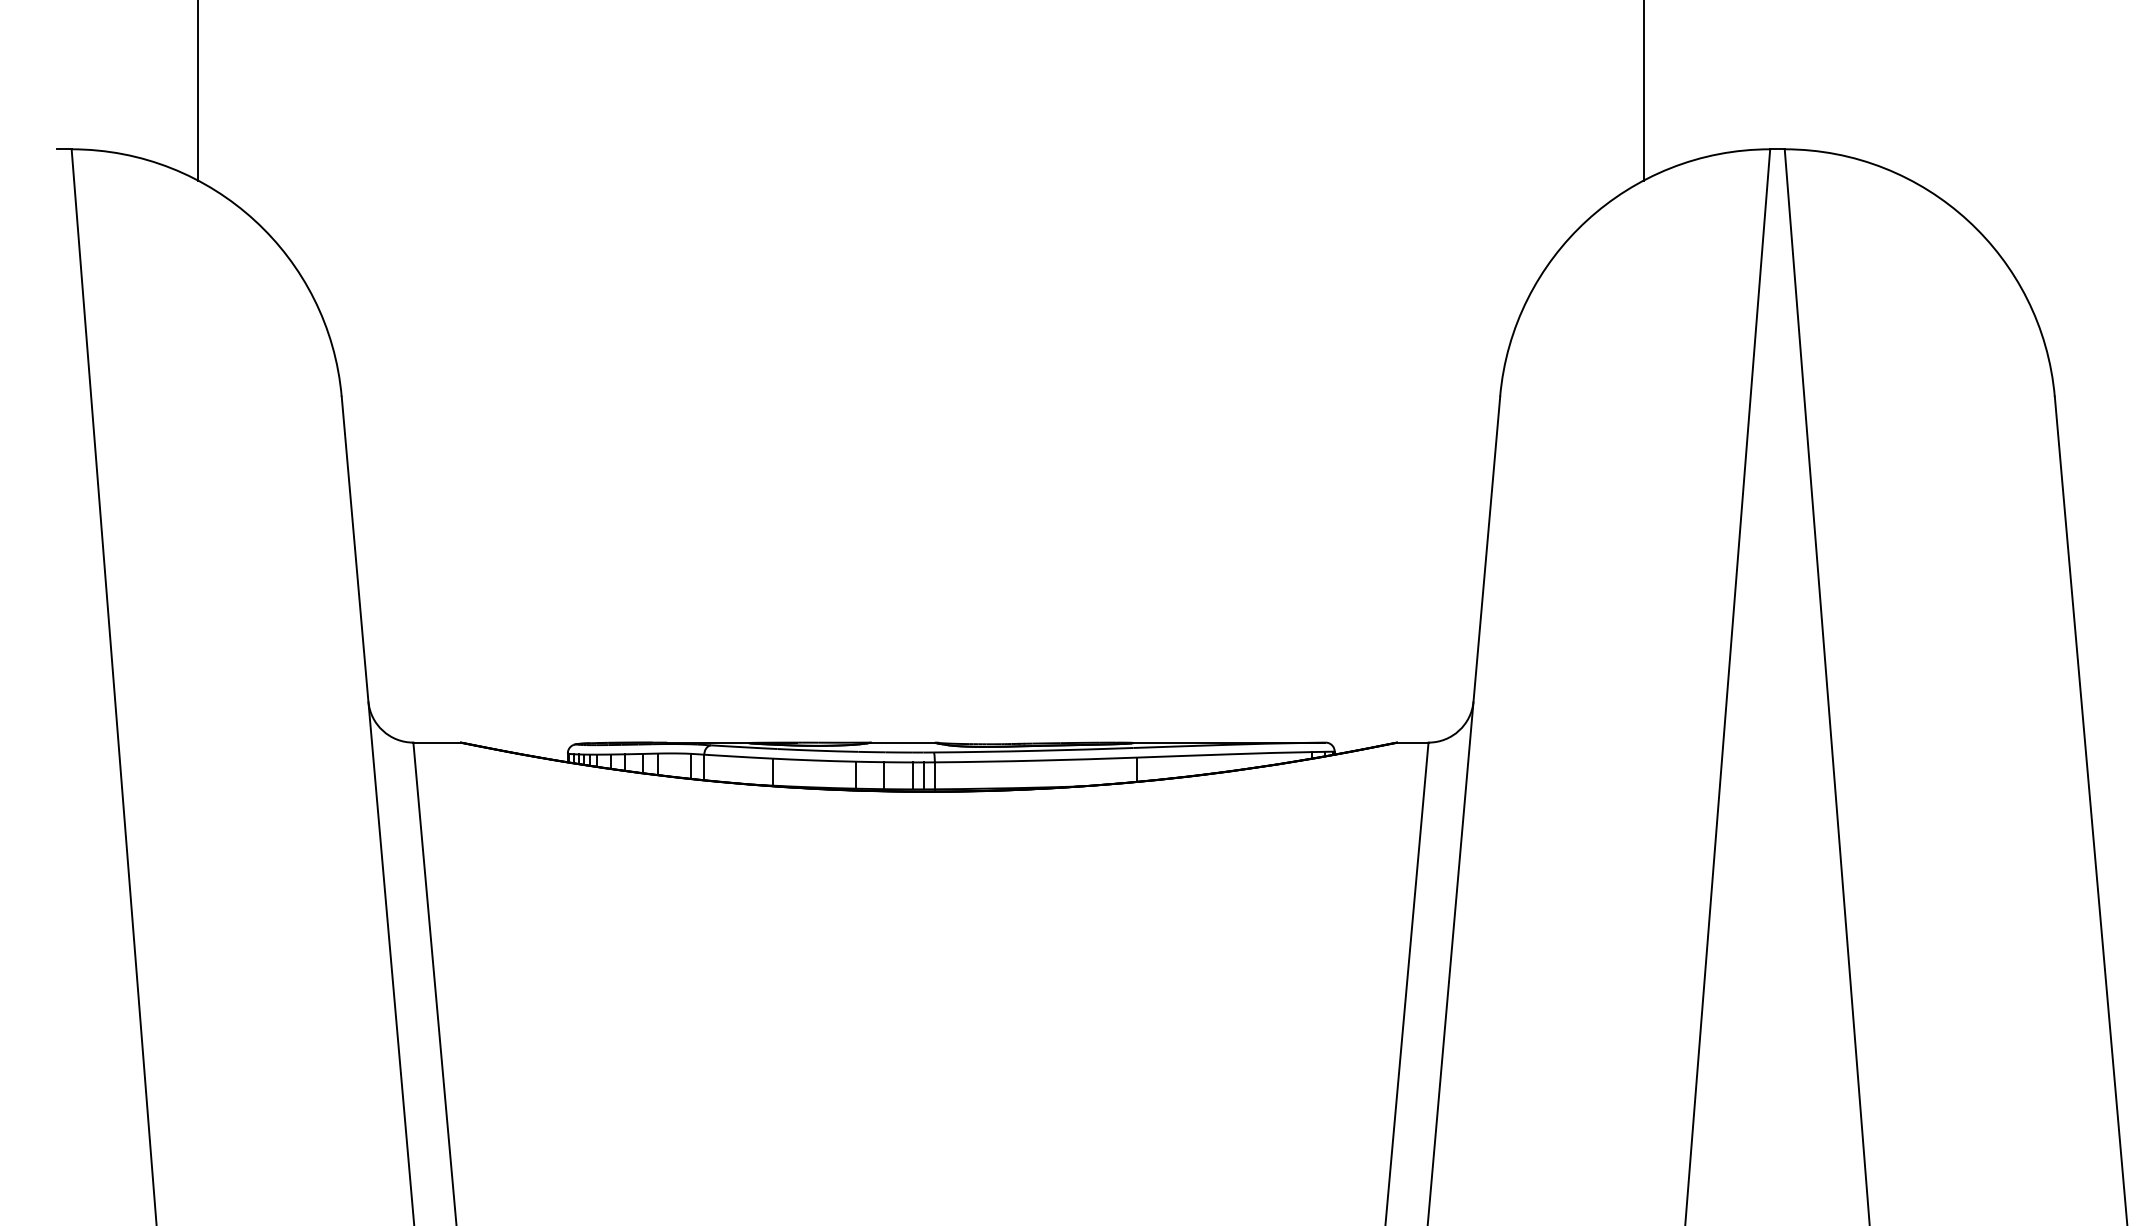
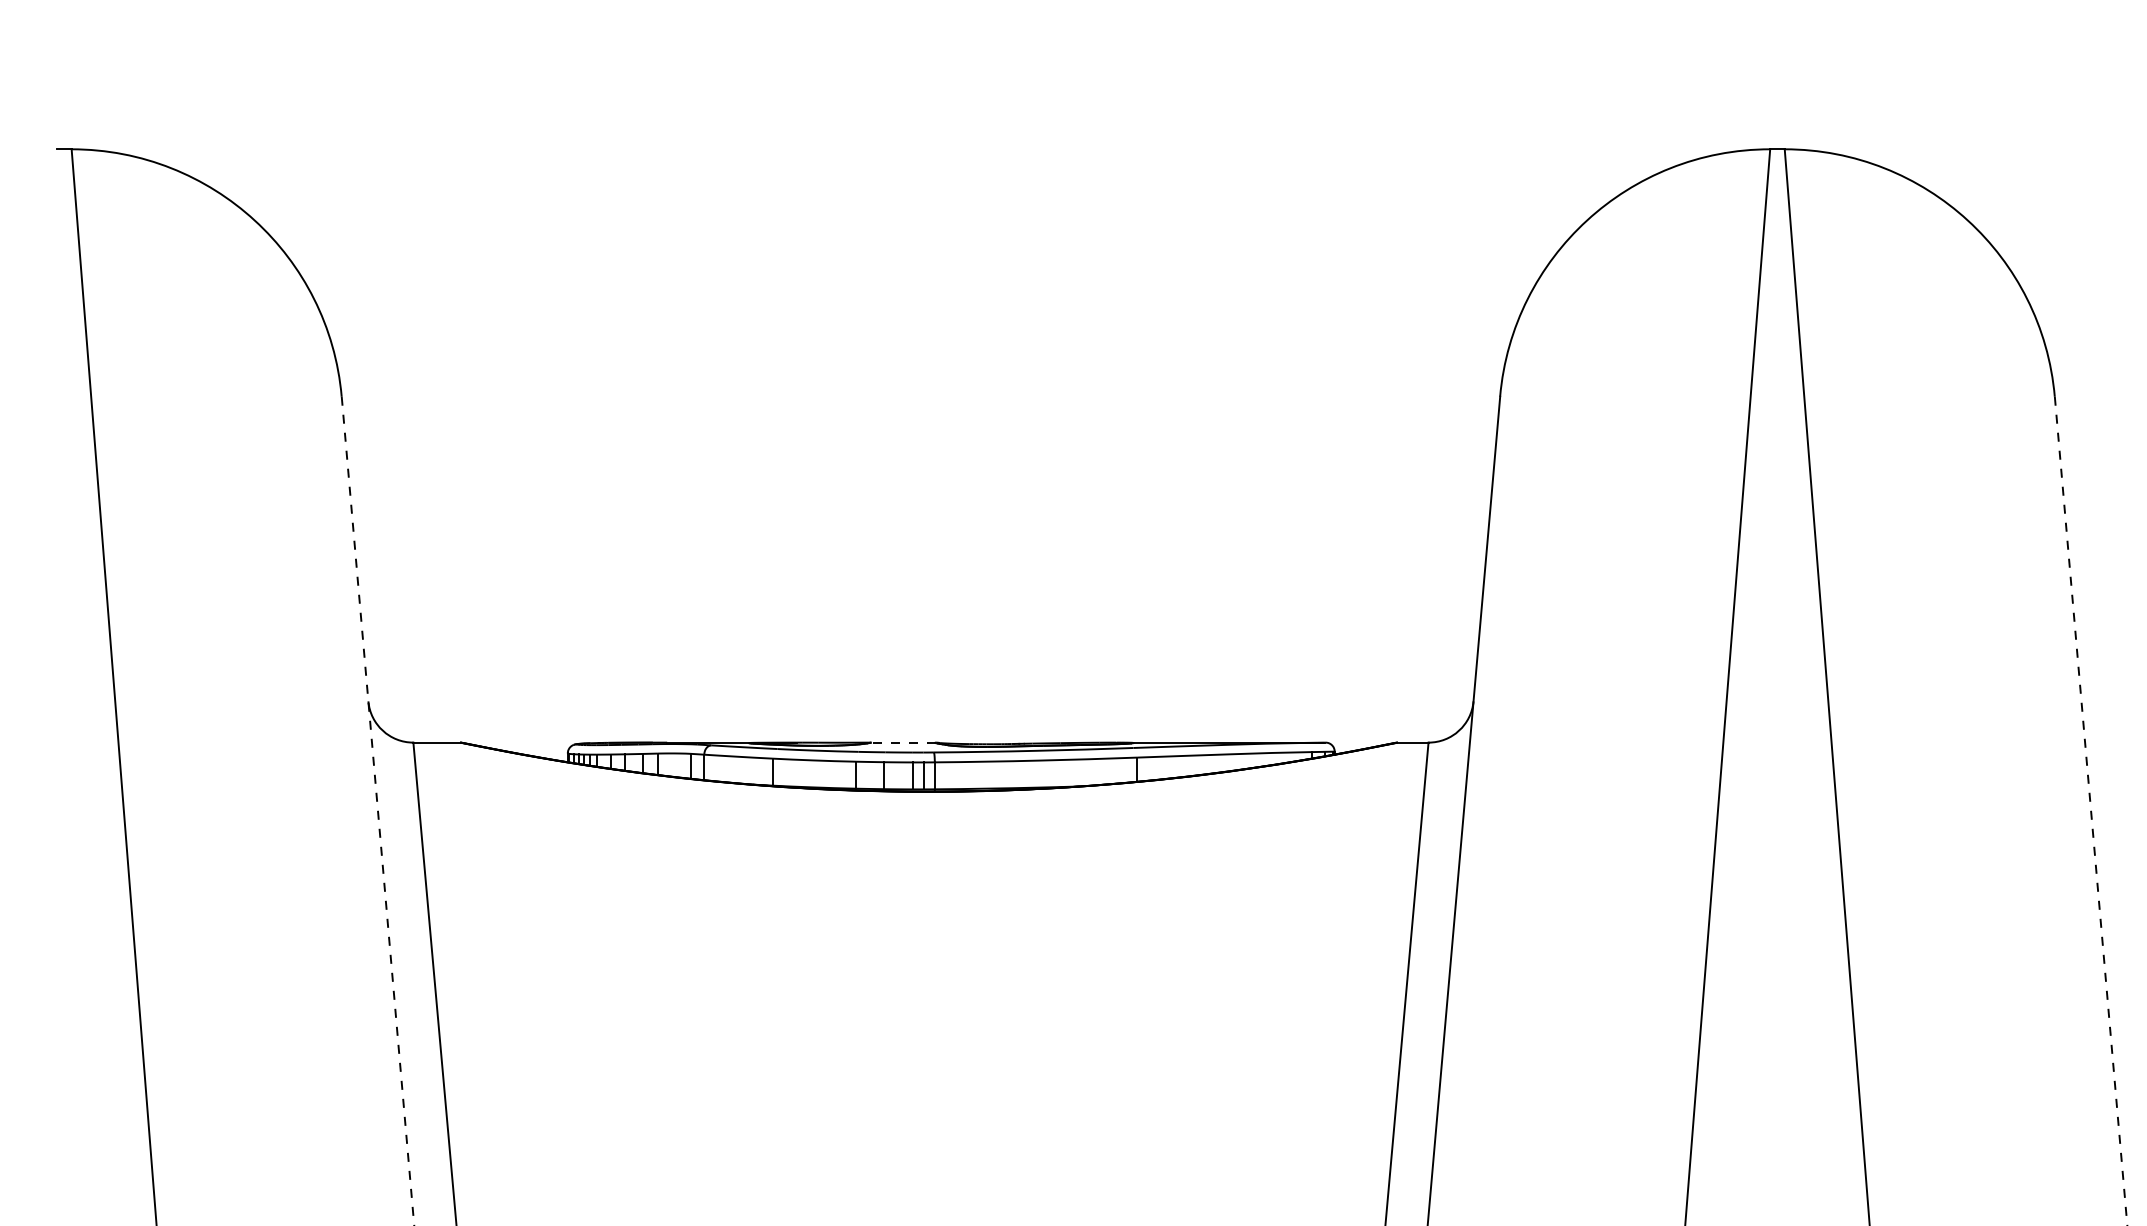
line at (198, 91): present -> none
line at (1643, 91): present -> none
line at (902, 742): solid -> dashed
line at (377, 811): solid -> dashed
line at (2091, 811): solid -> dashed
